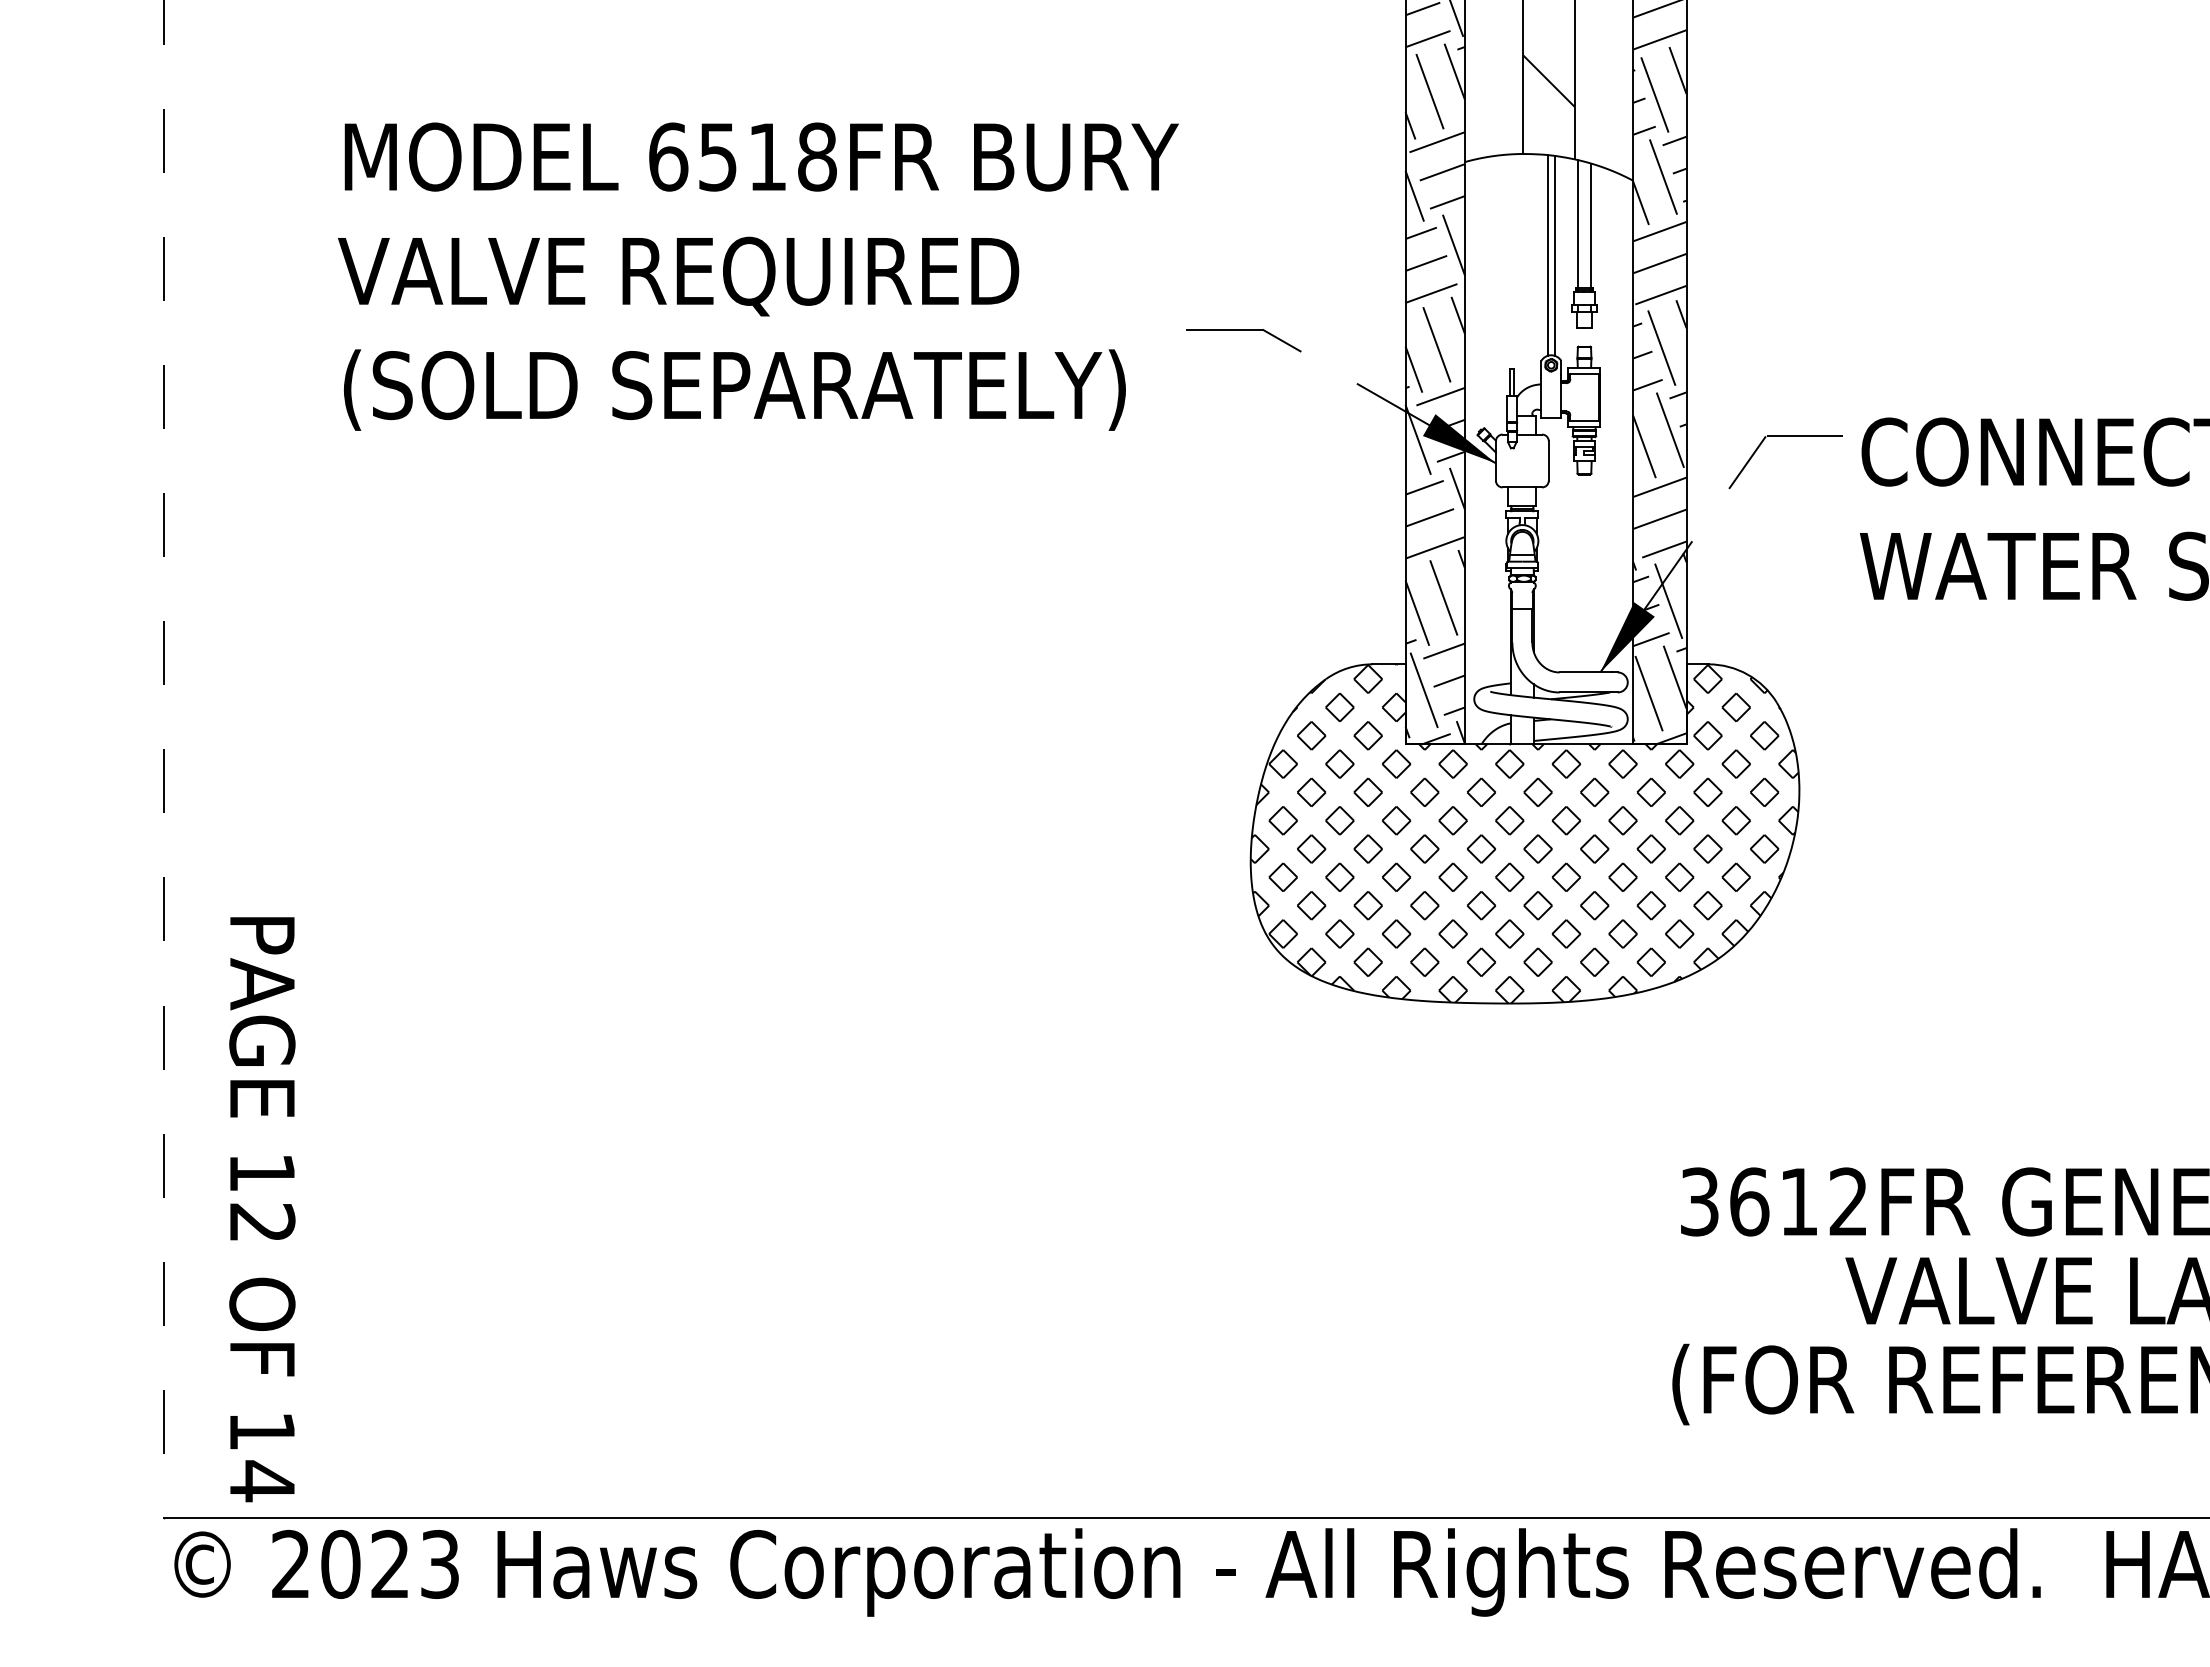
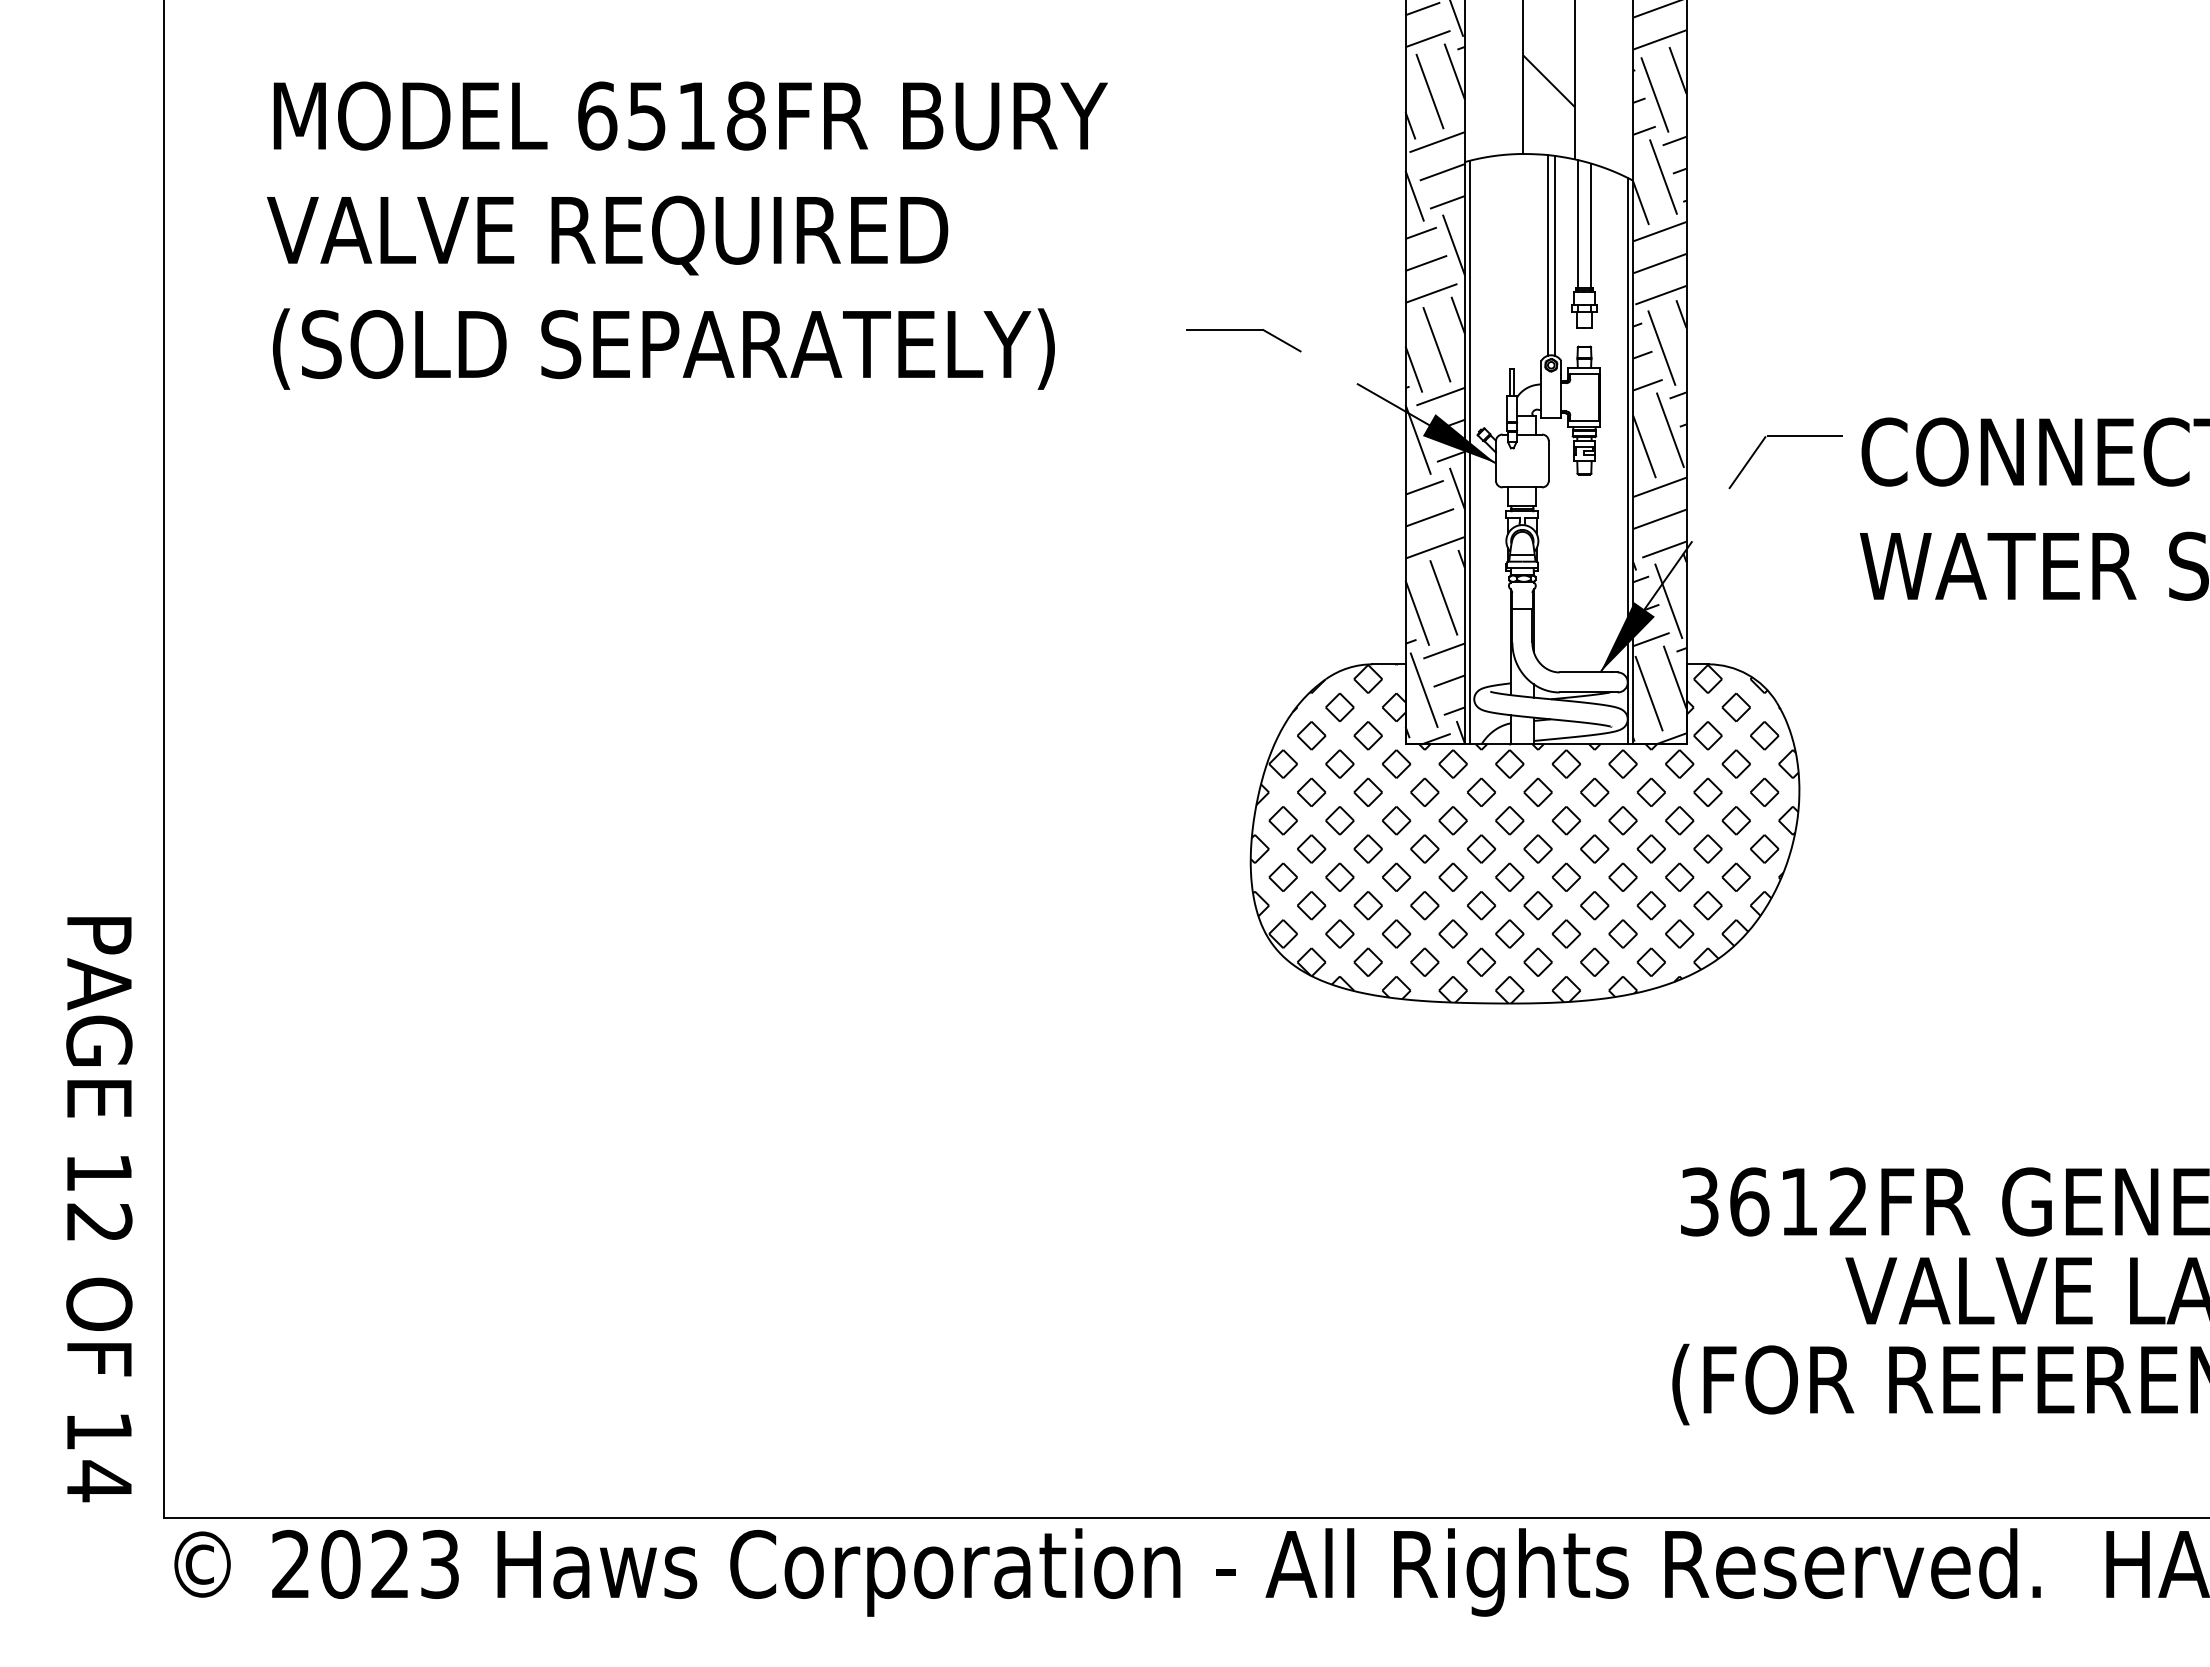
text at (758, 276) position: (758, 276) -> (687, 235)
line at (1469, 452): none -> present
line at (1628, 461): none -> present
line at (163, 759): dashed -> solid
text at (262, 1209) position: (262, 1209) -> (99, 1209)
